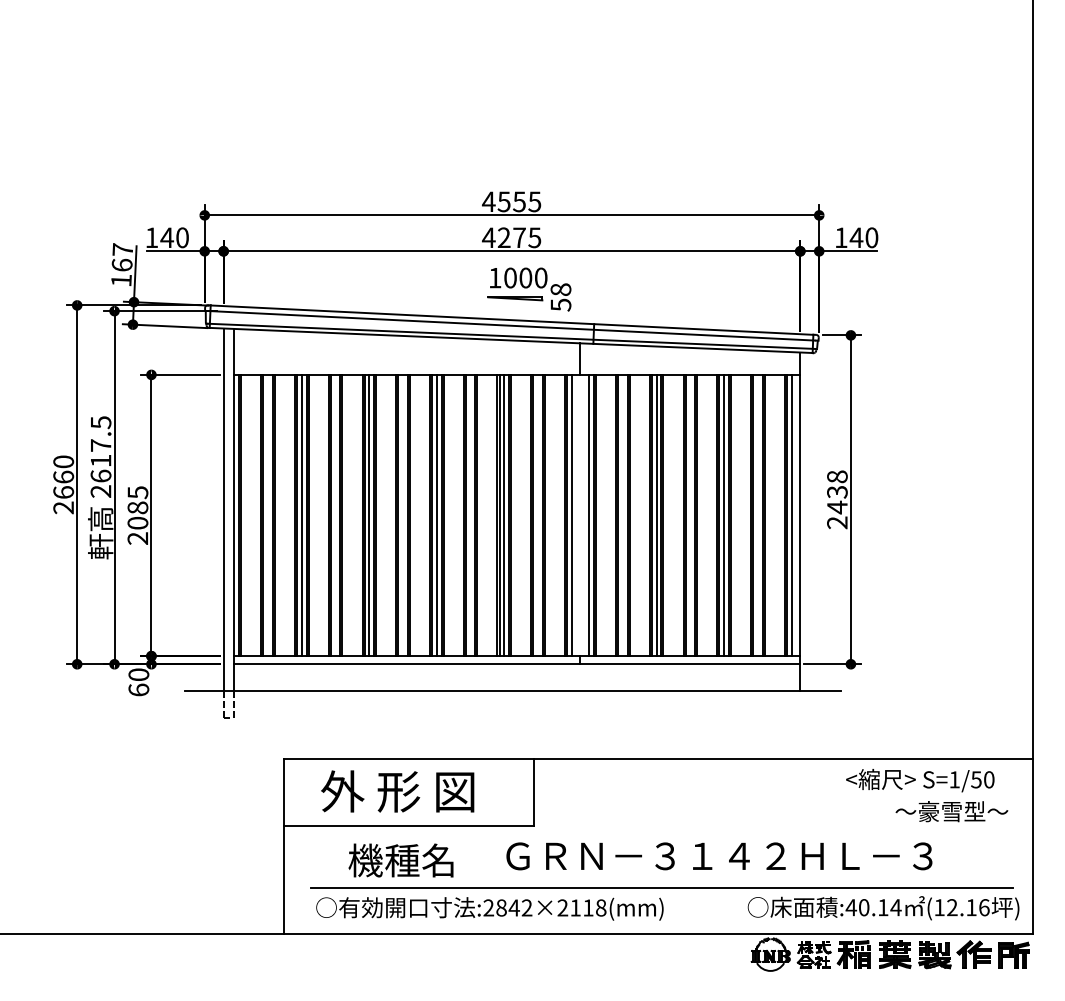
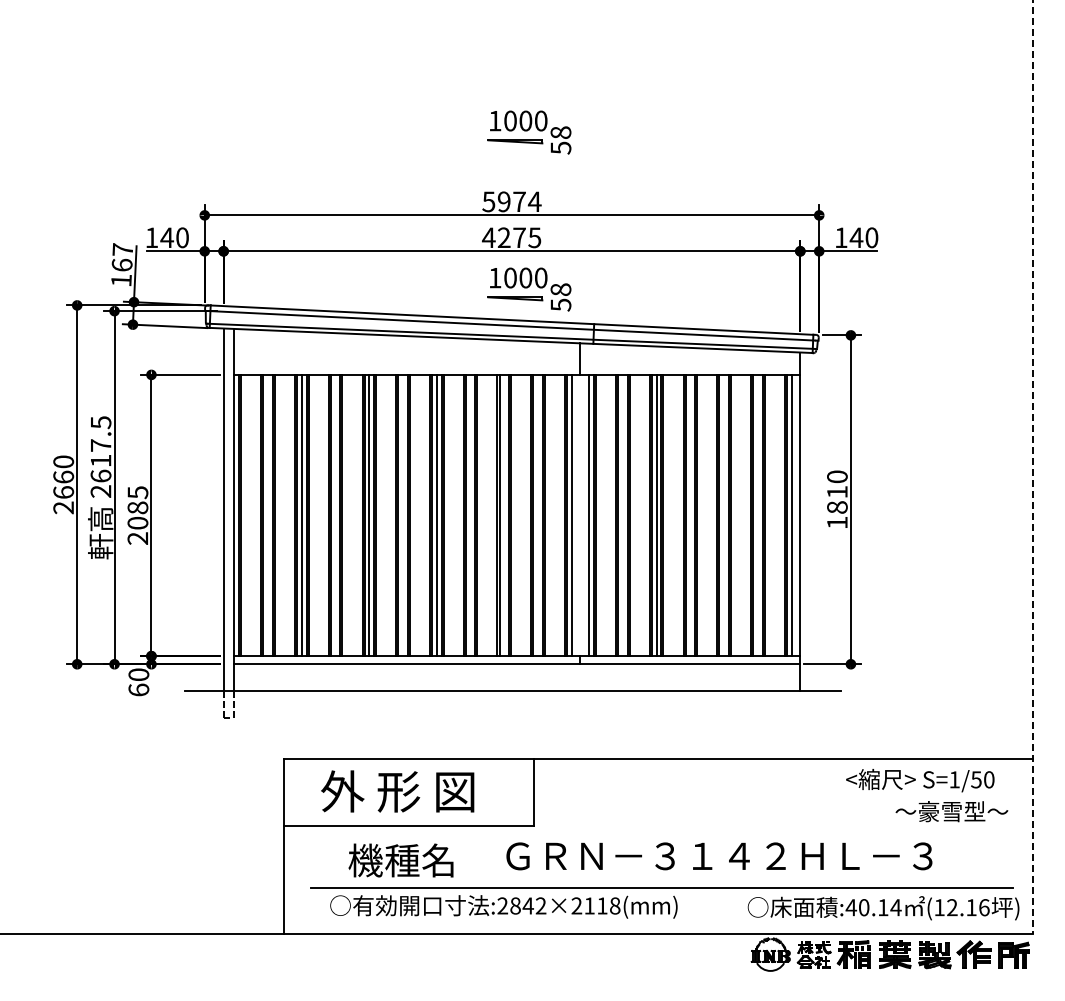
part at (529, 132): none -> present
text at (511, 201): 4555 -> 5974
line at (1033, 467): solid -> dashed
text at (837, 499): 2438 -> 1810
line at (504, 515): present -> none
line at (724, 515): present -> none
text at (489, 908) position: (489, 908) -> (503, 906)
